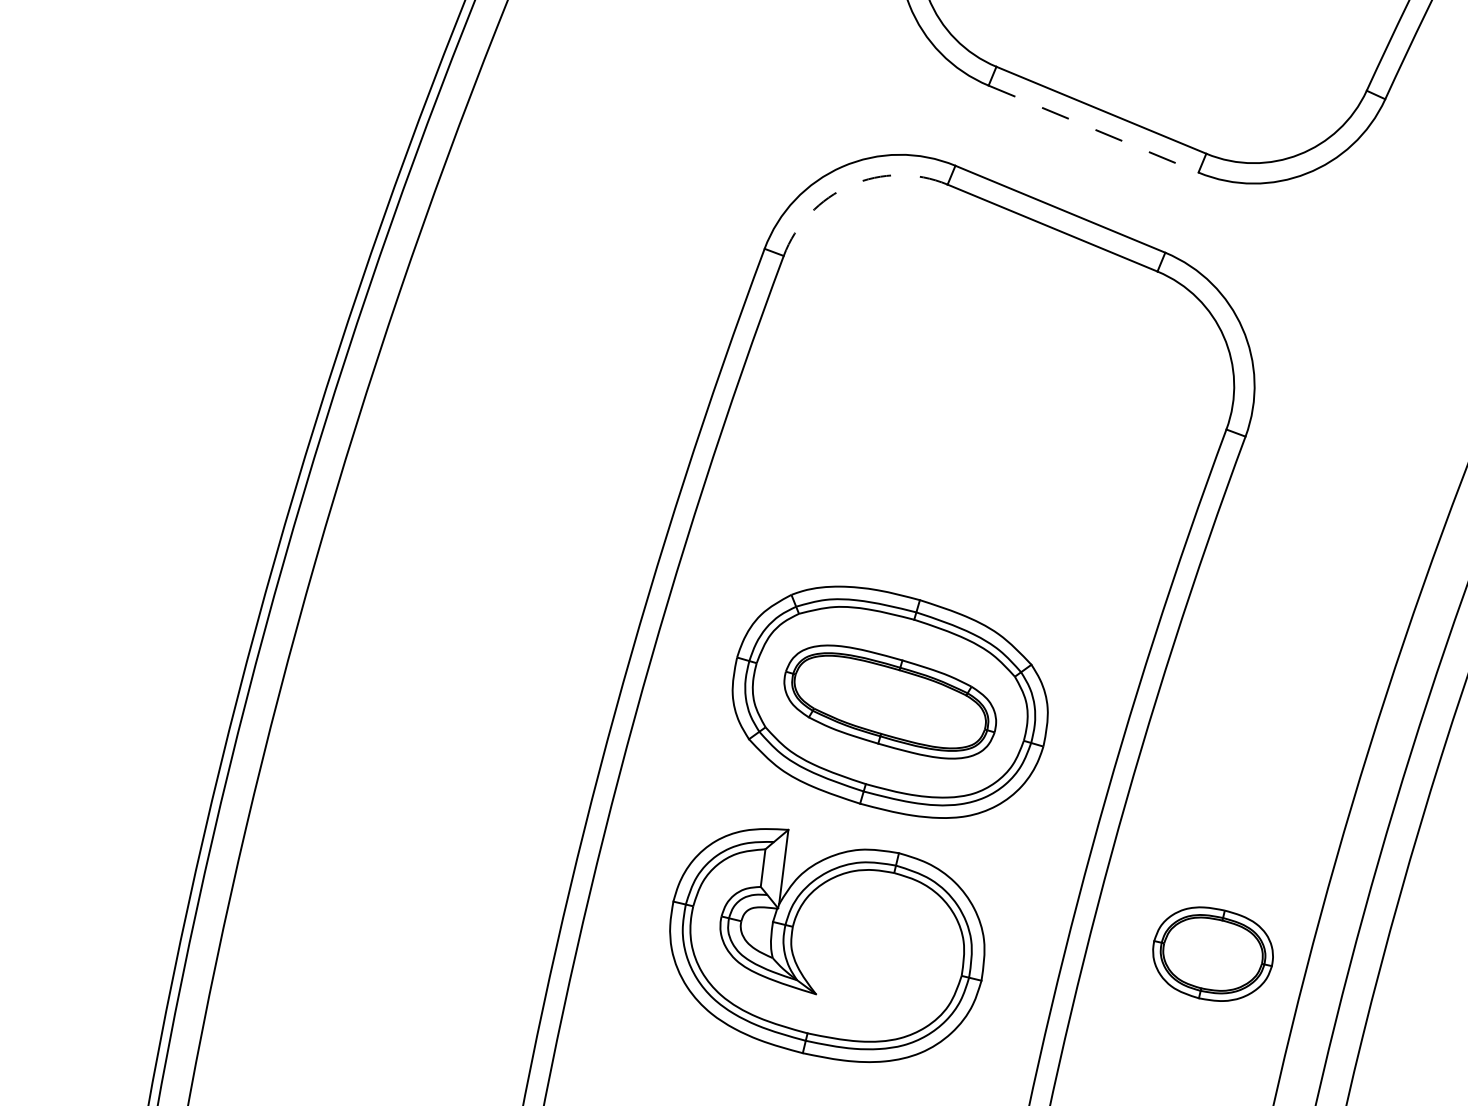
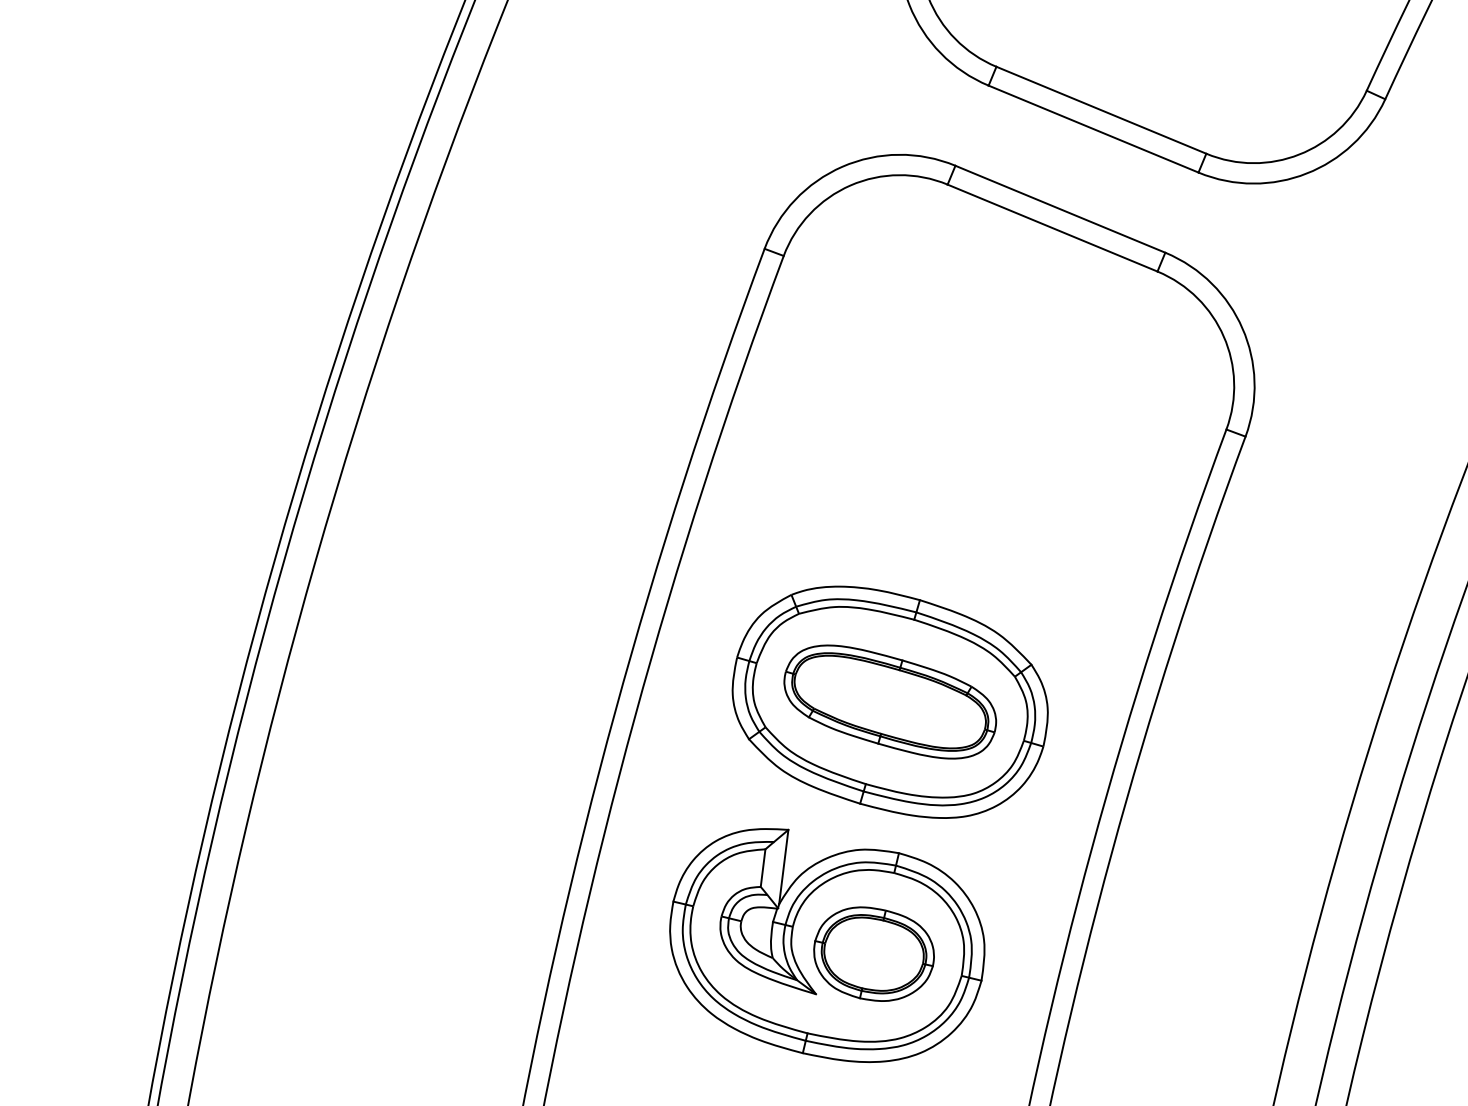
line at (1093, 129): dashed -> solid
arc at (850, 185): dashed -> solid
part at (1212, 953) position: (1212, 953) -> (873, 953)
